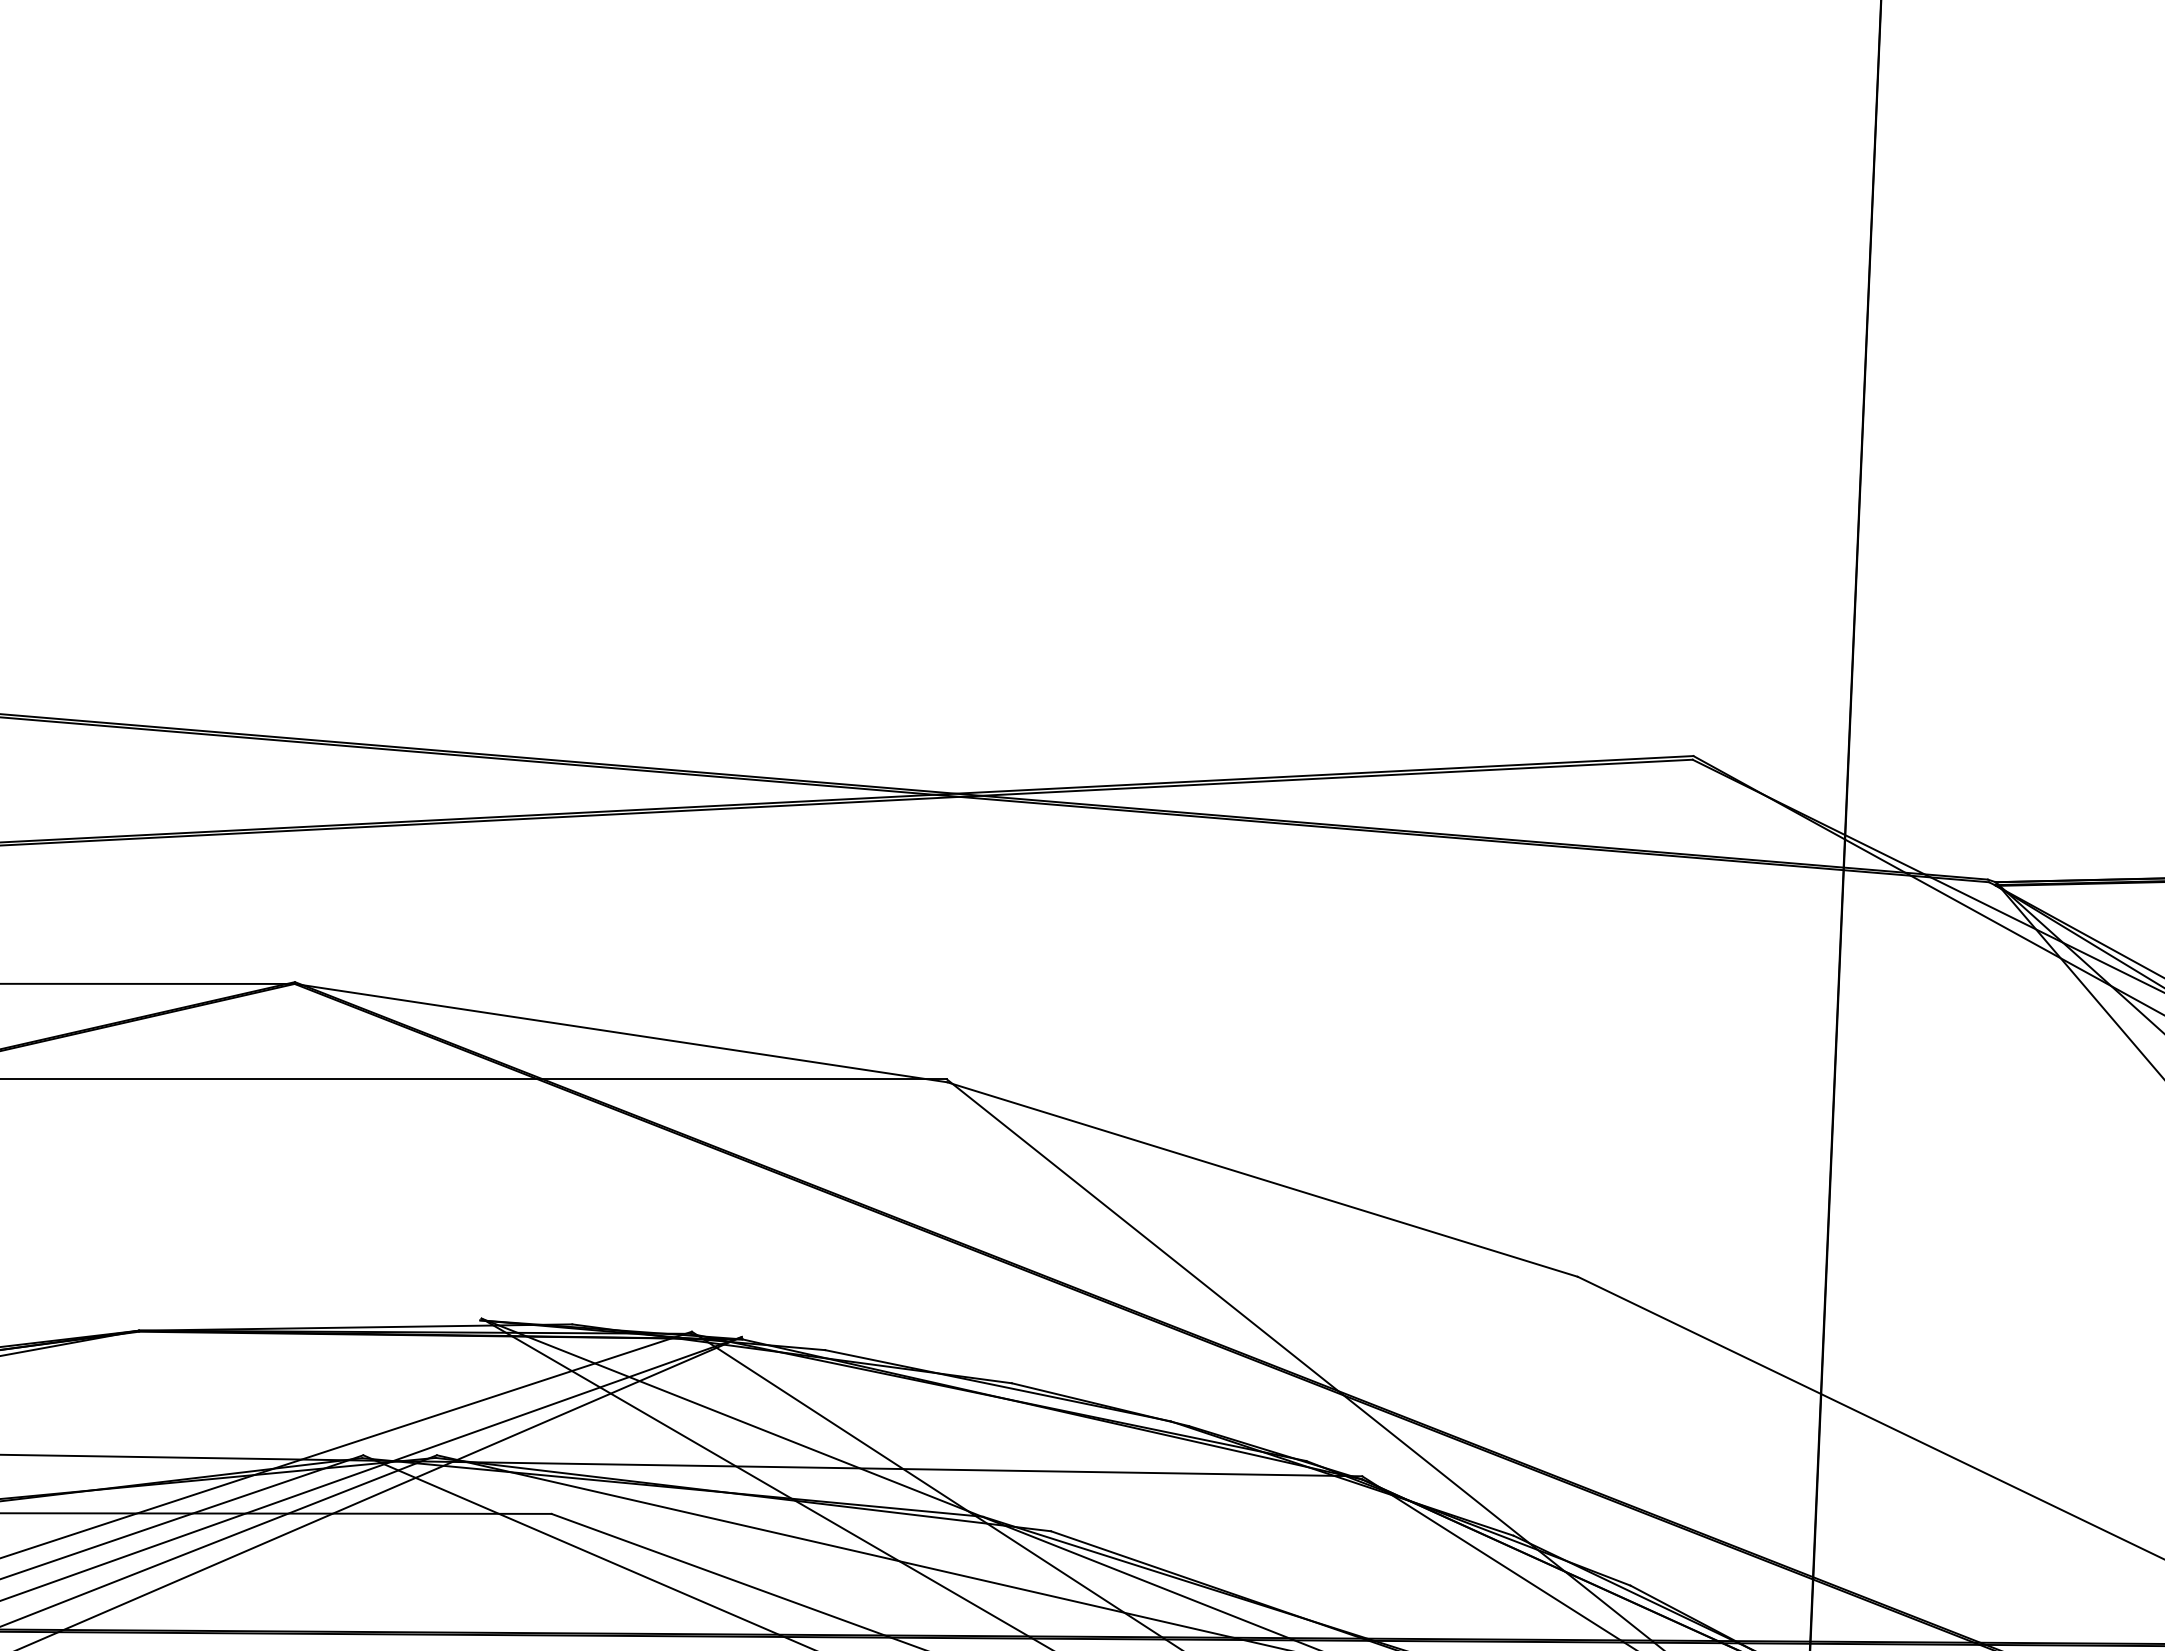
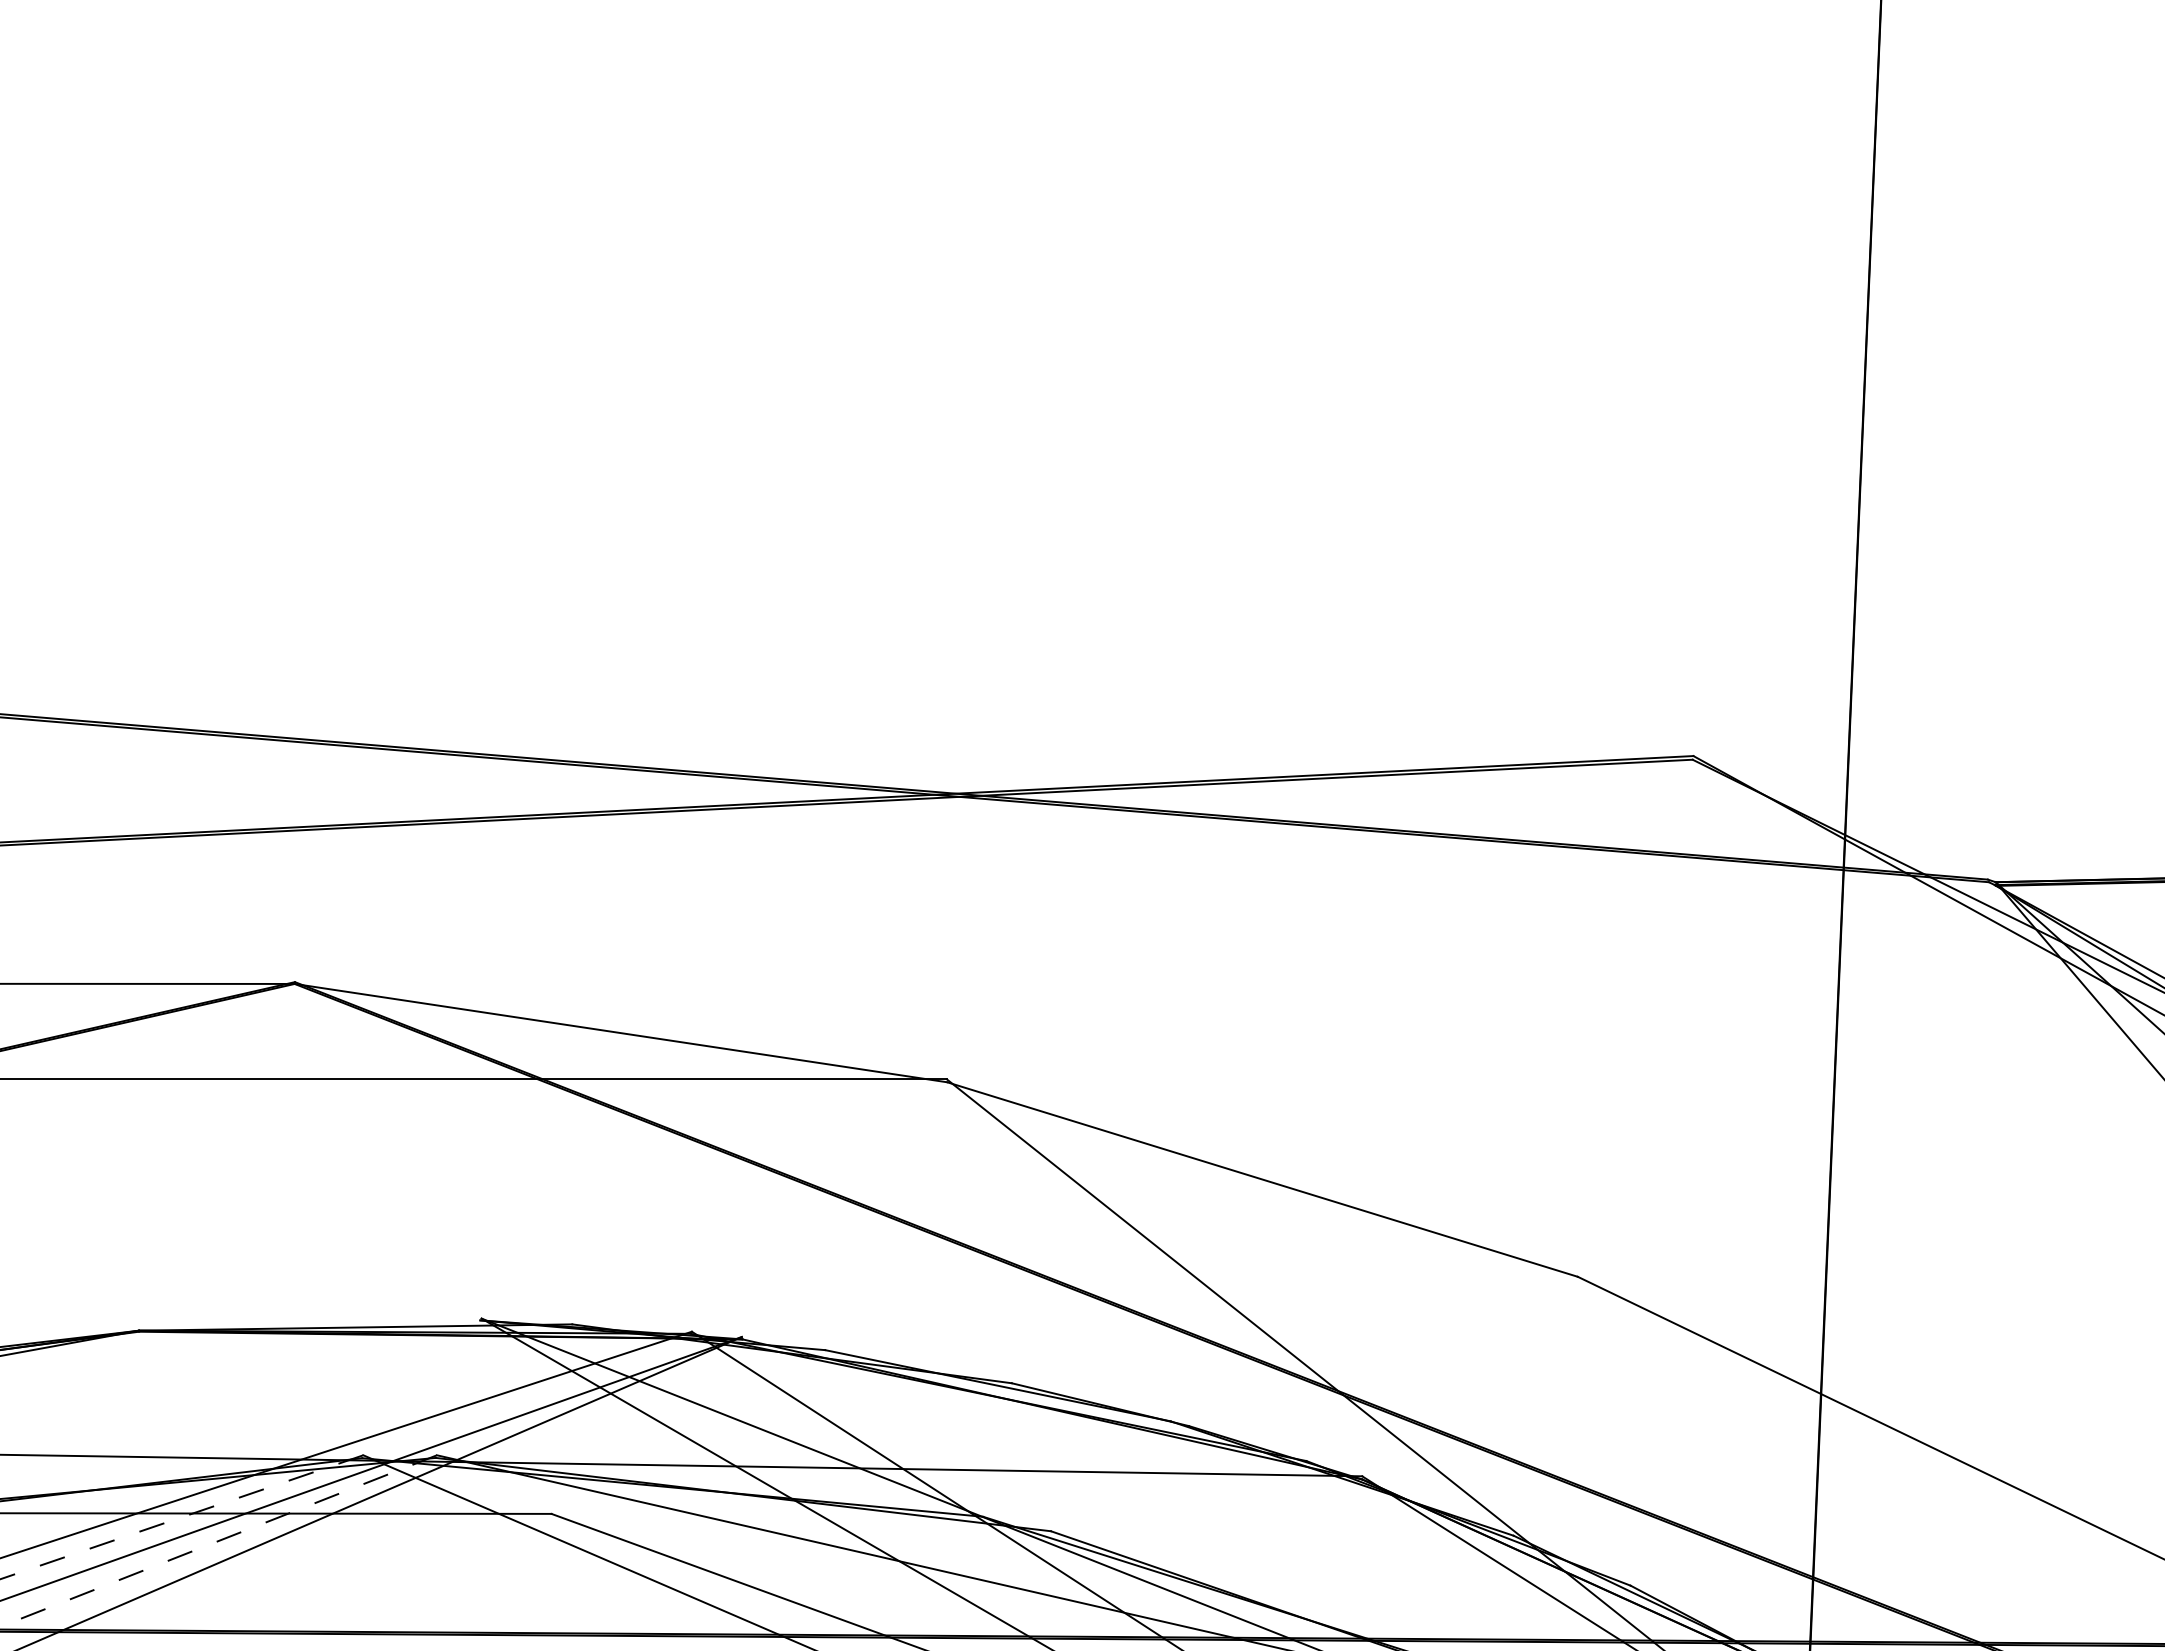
line at (181, 1517): solid -> dashed
line at (218, 1541): solid -> dashed
